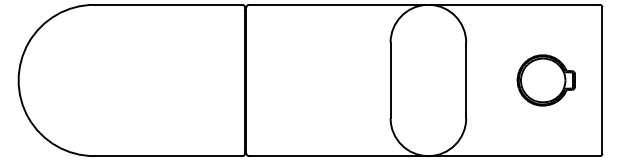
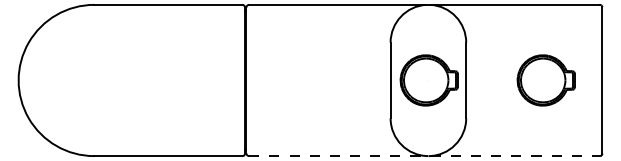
part at (428, 80): none -> present
line at (425, 156): solid -> dashed
